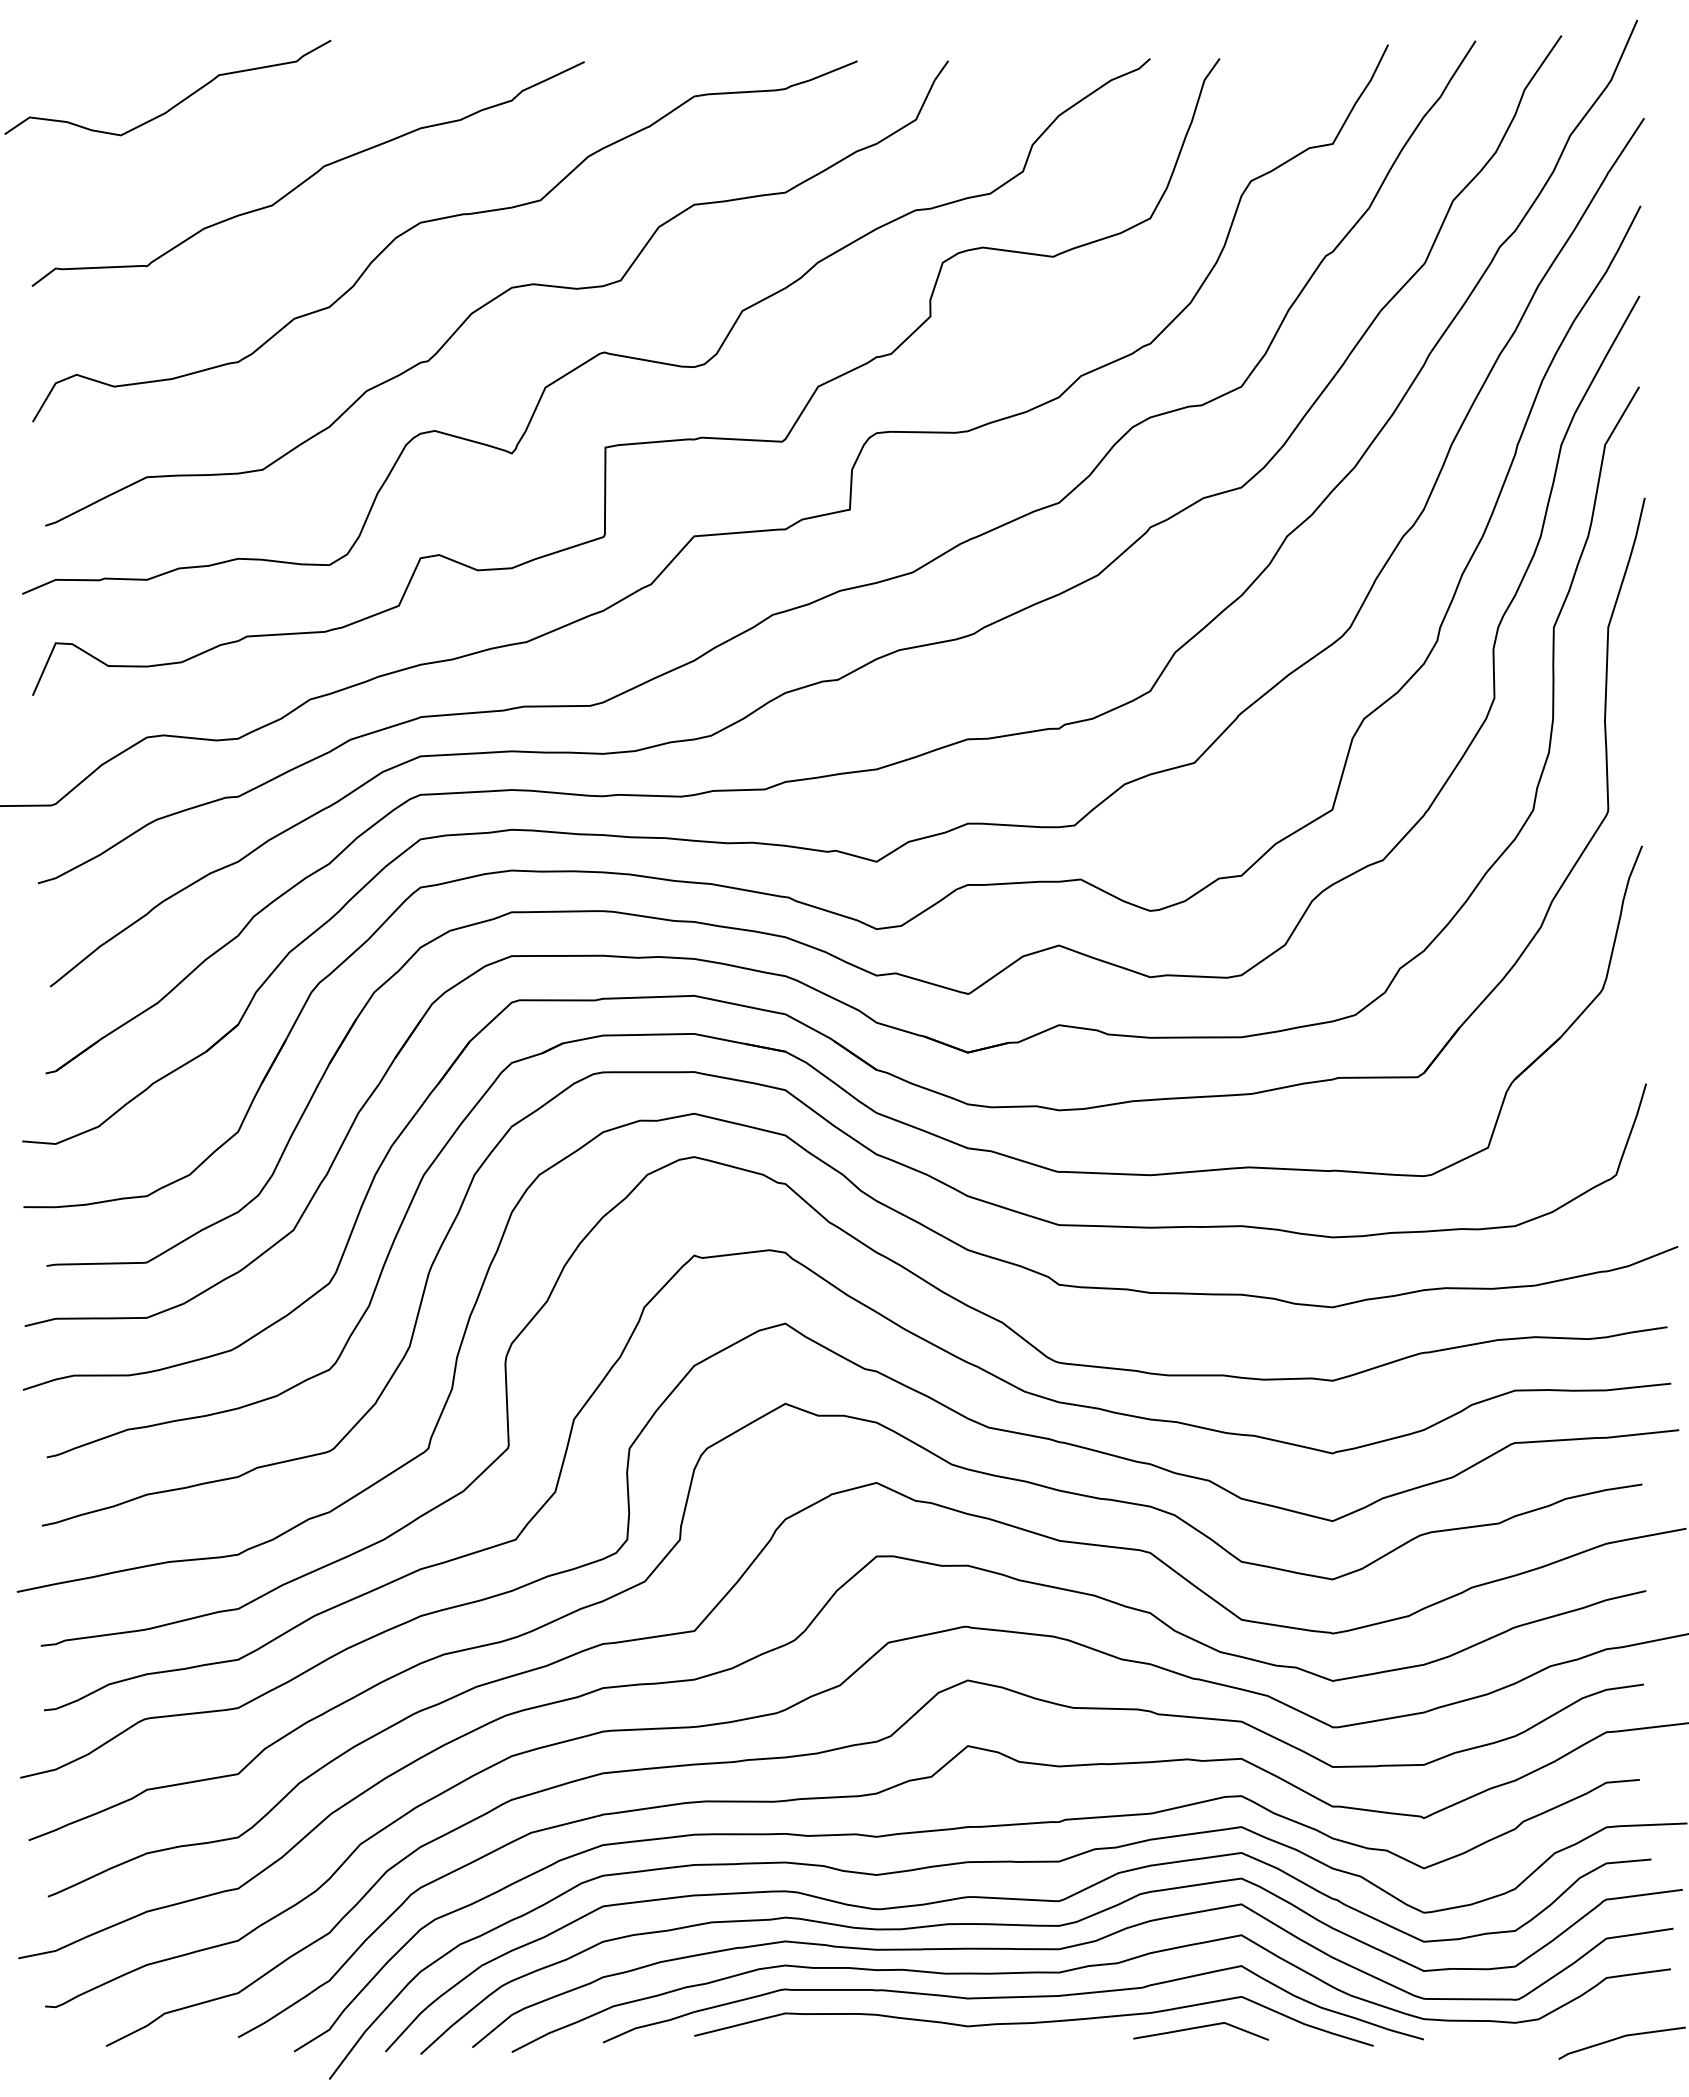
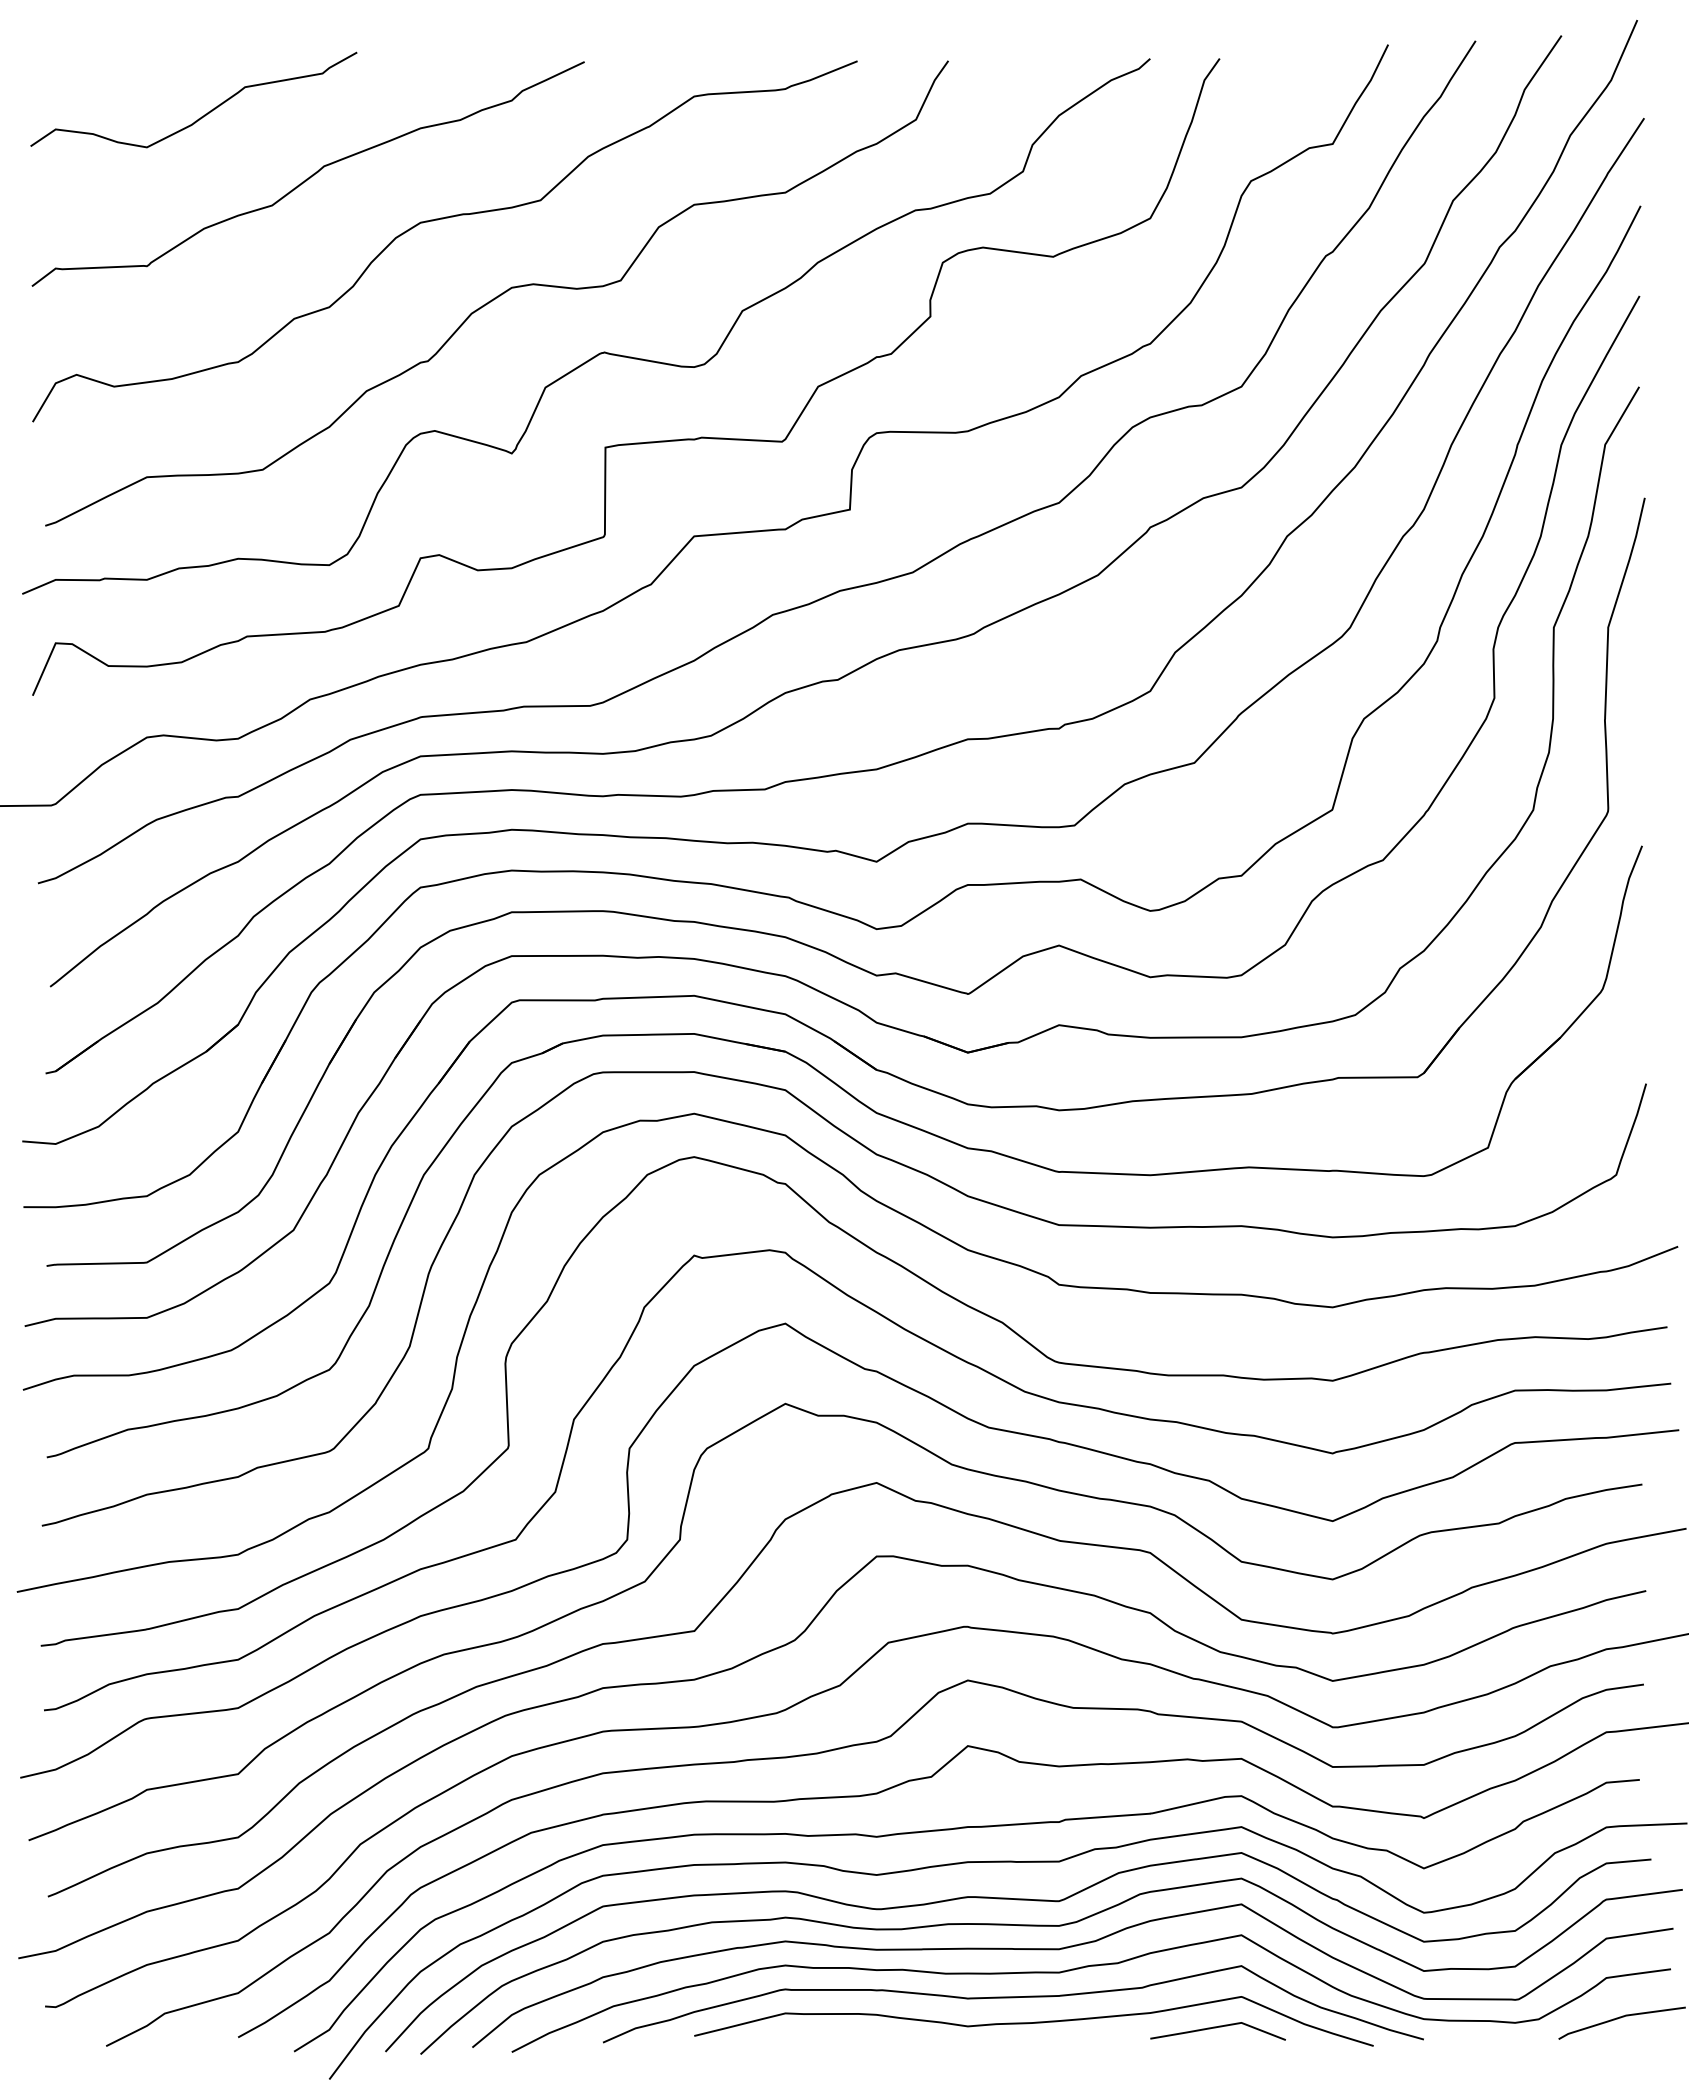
curve at (178, 102) position: (178, 102) -> (204, 114)
line at (1199, 2028) position: (1199, 2028) -> (1216, 2028)
line at (1620, 2038) position: (1620, 2038) -> (1620, 2018)
